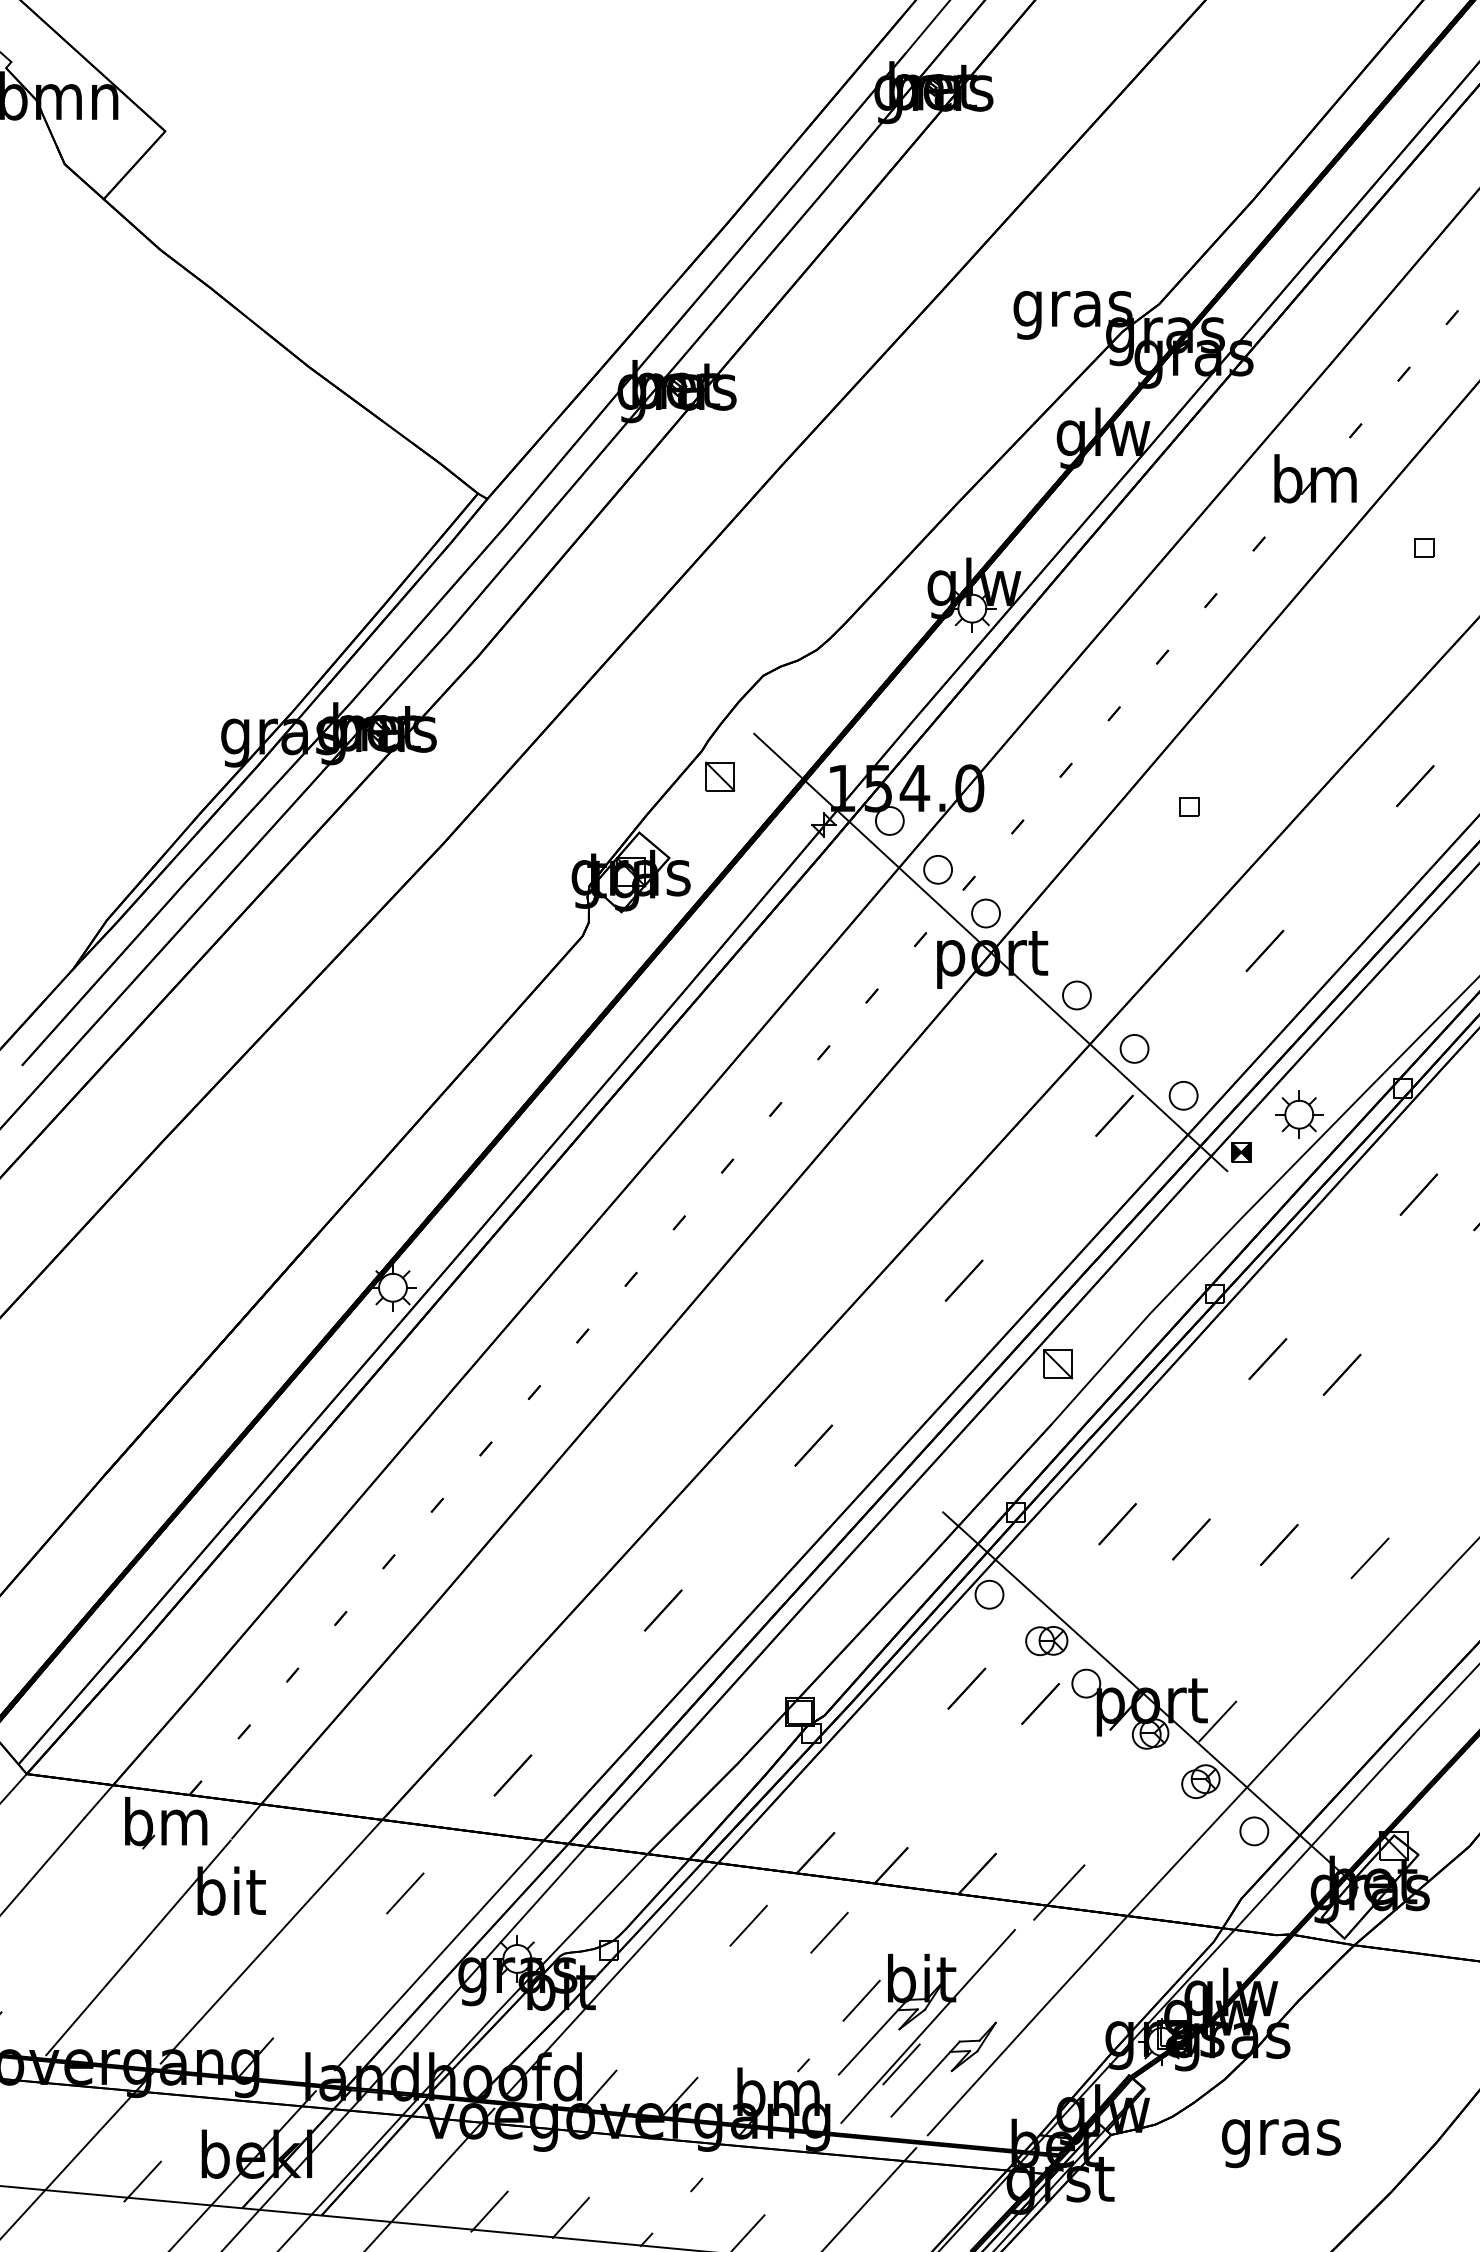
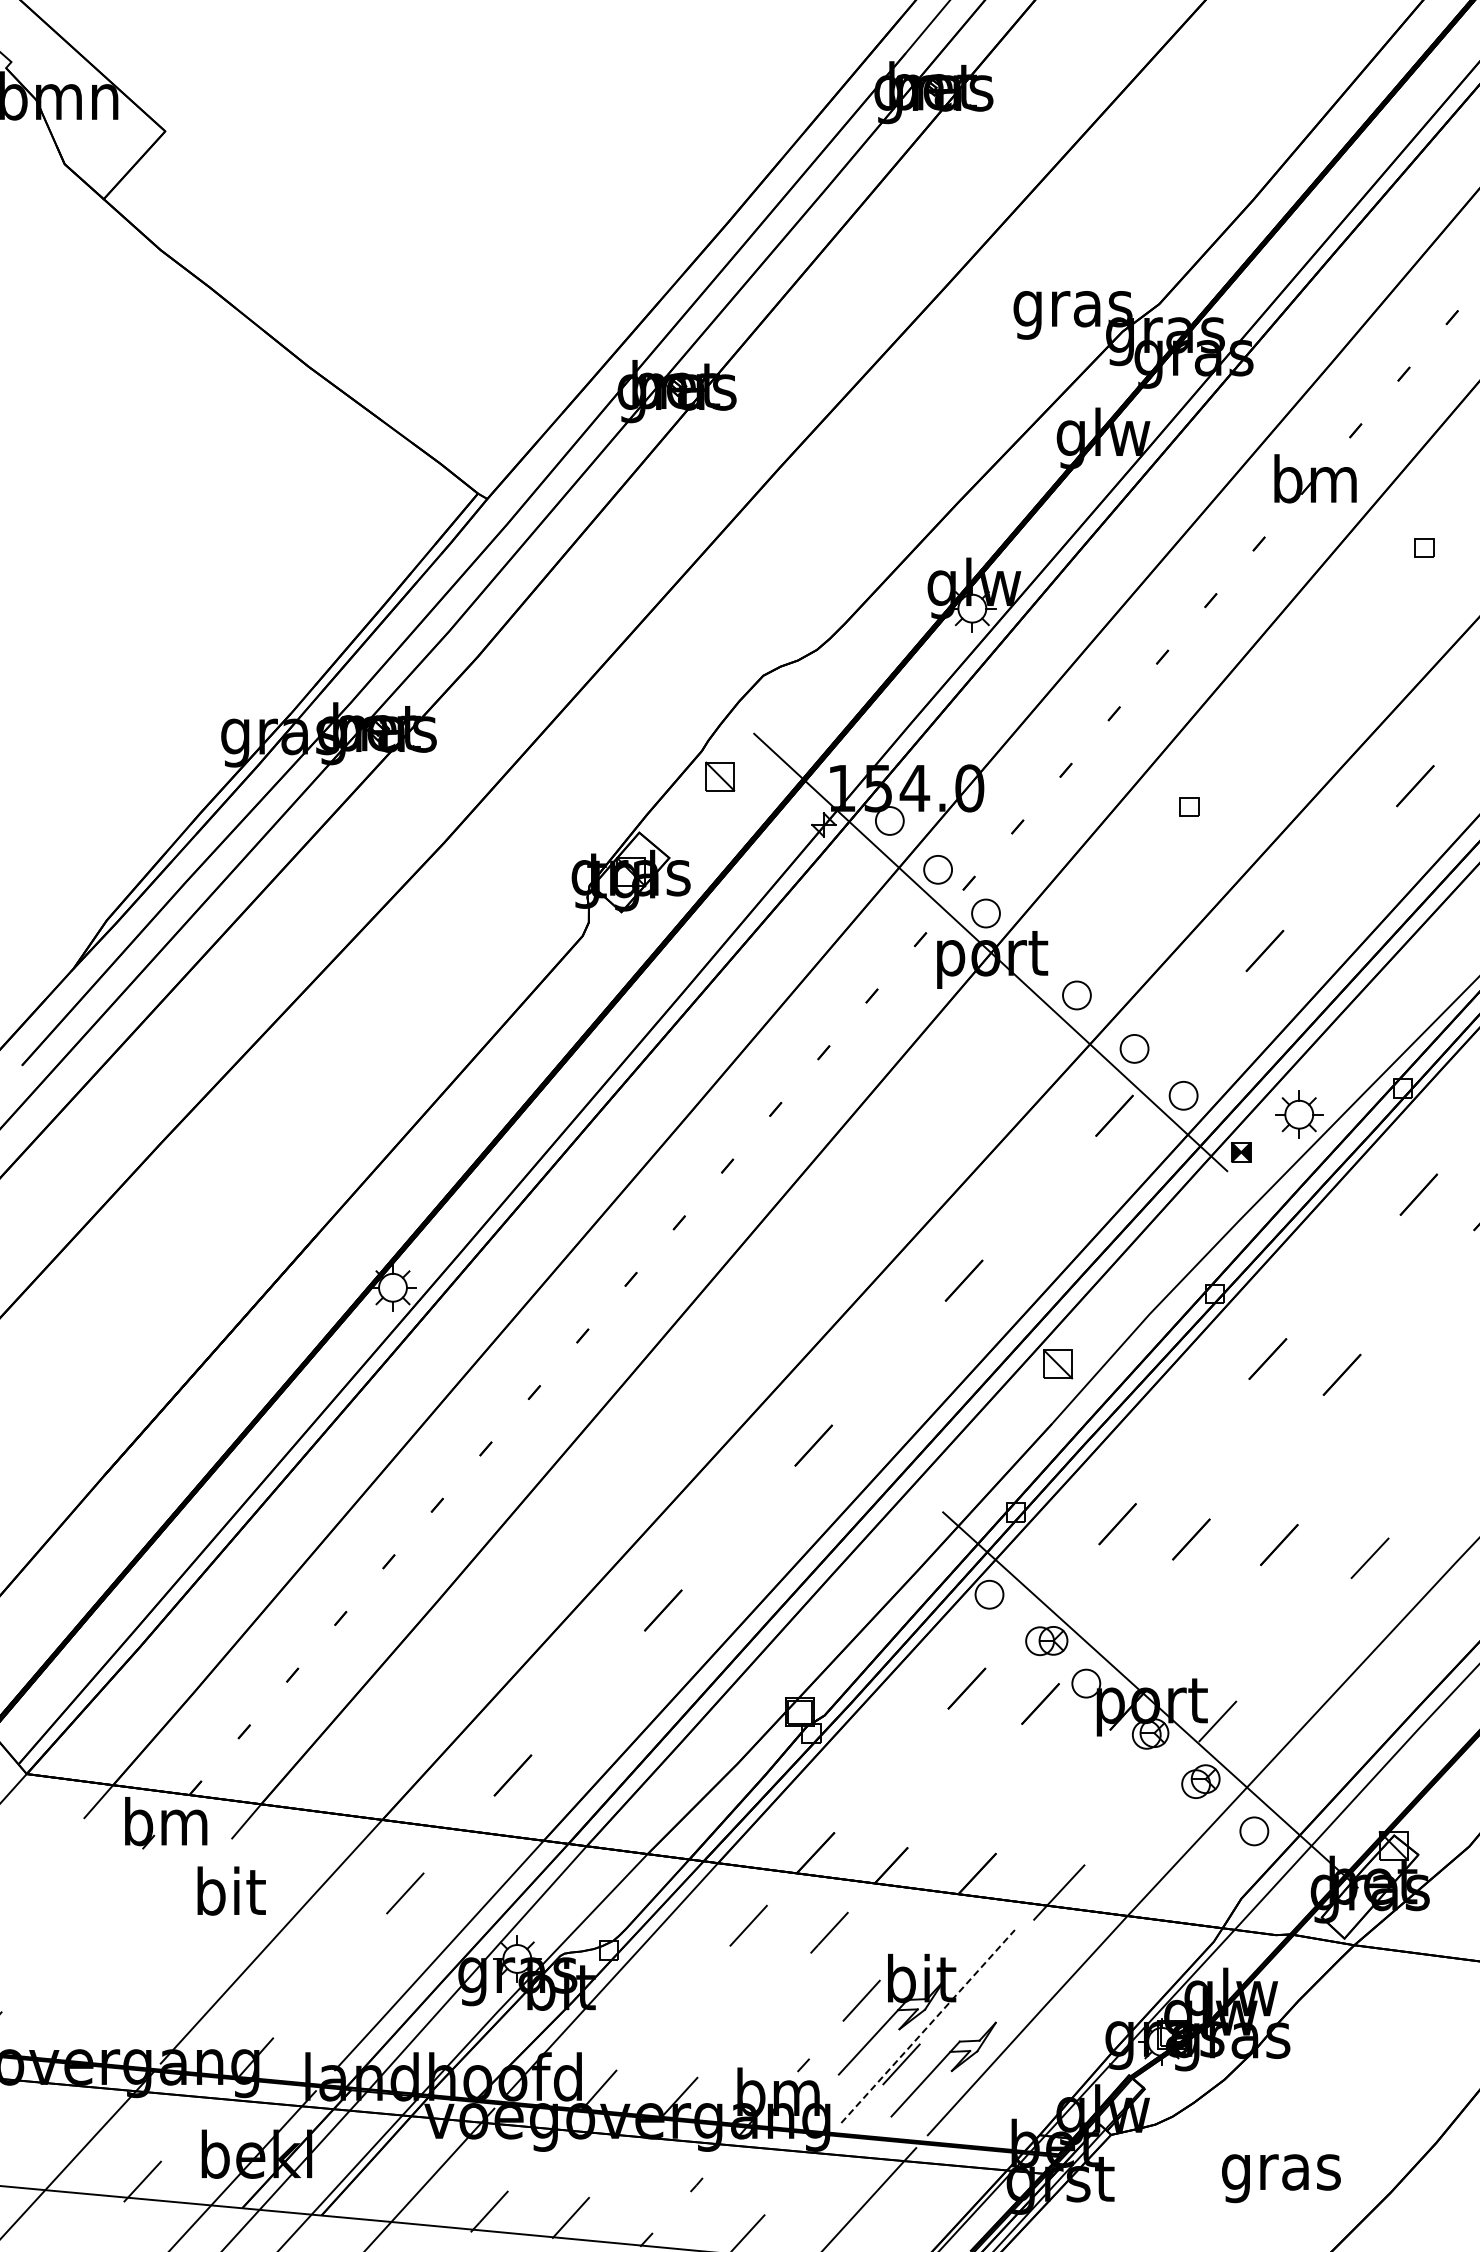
line at (43, 1865): present -> none
line at (138, 1947): present -> none
line at (928, 2026): solid -> dashed
text at (1281, 2143) position: (1281, 2143) -> (1281, 2178)
